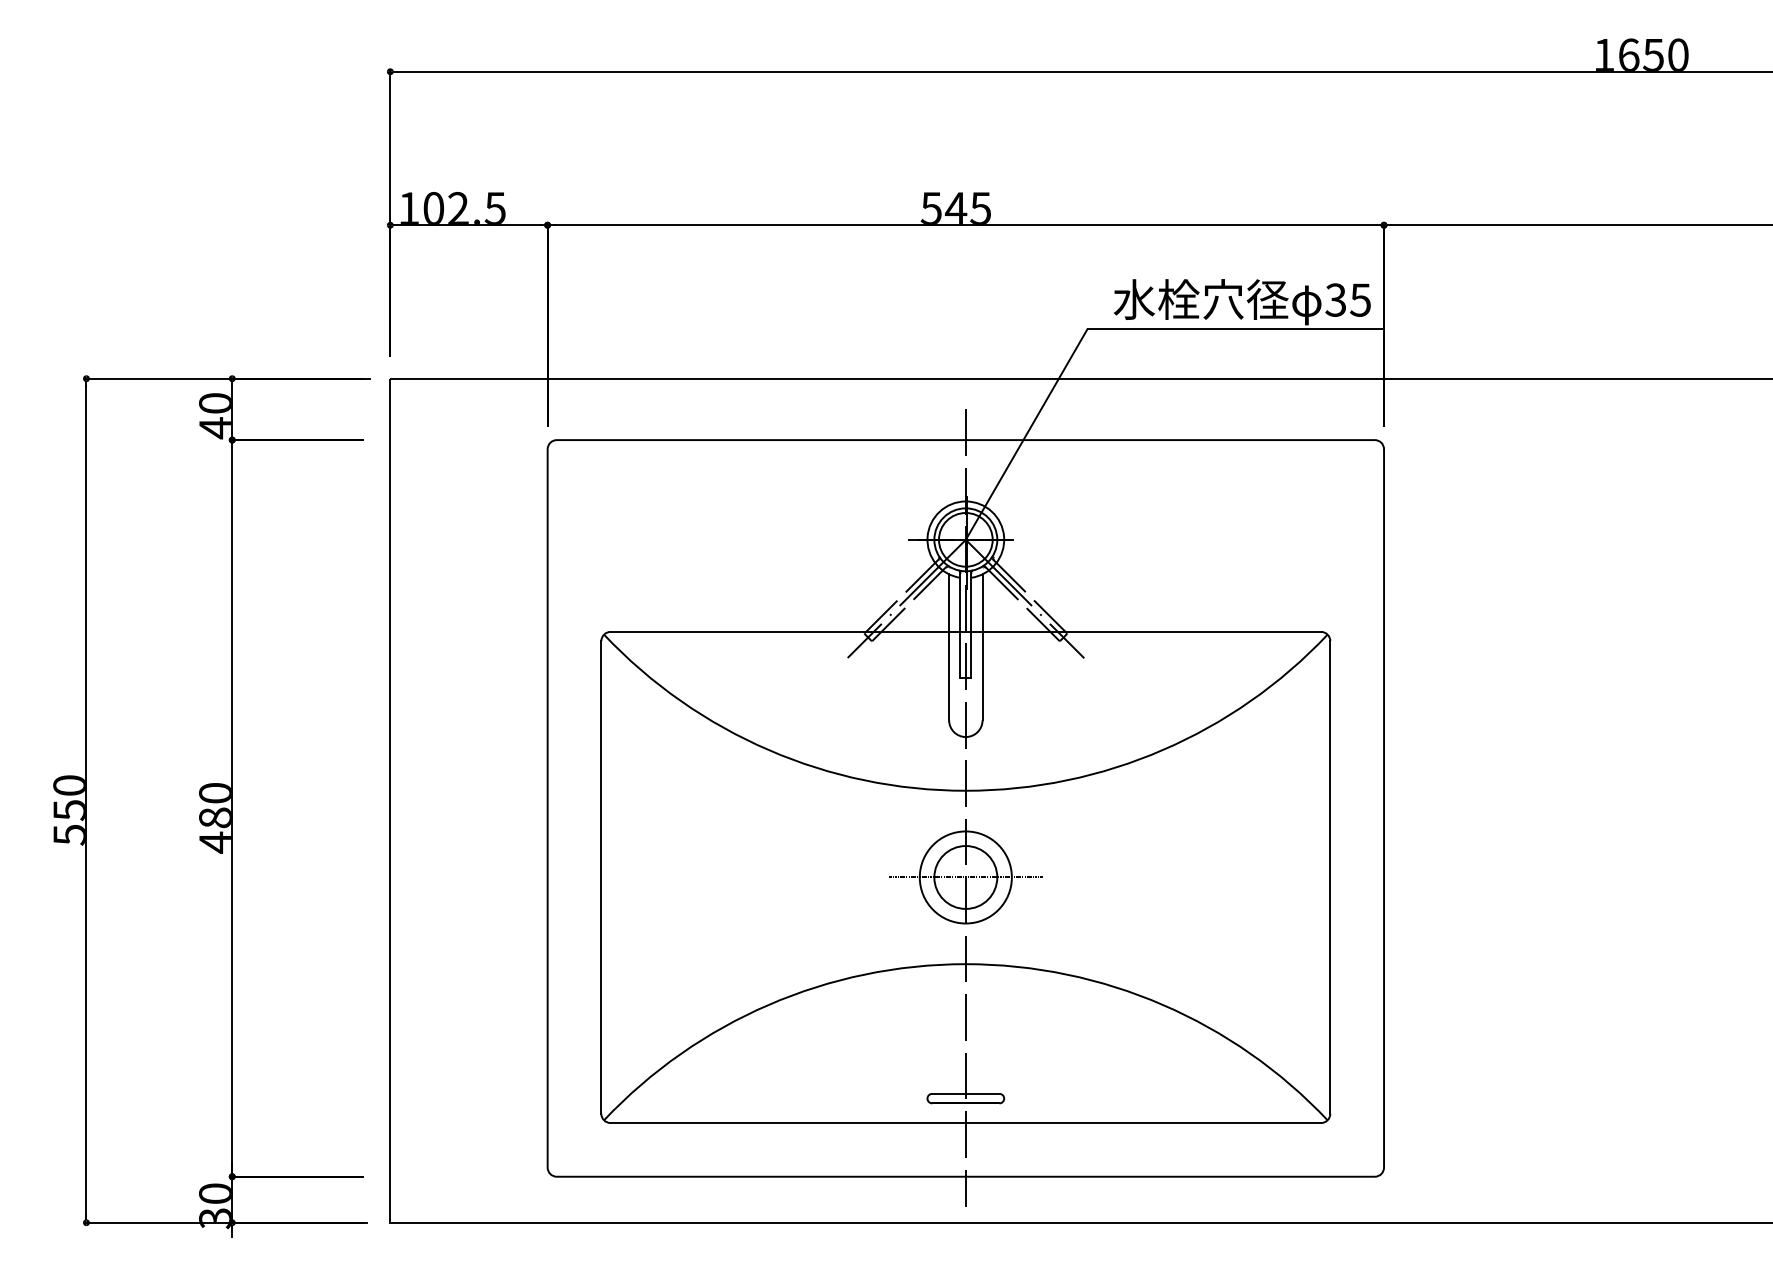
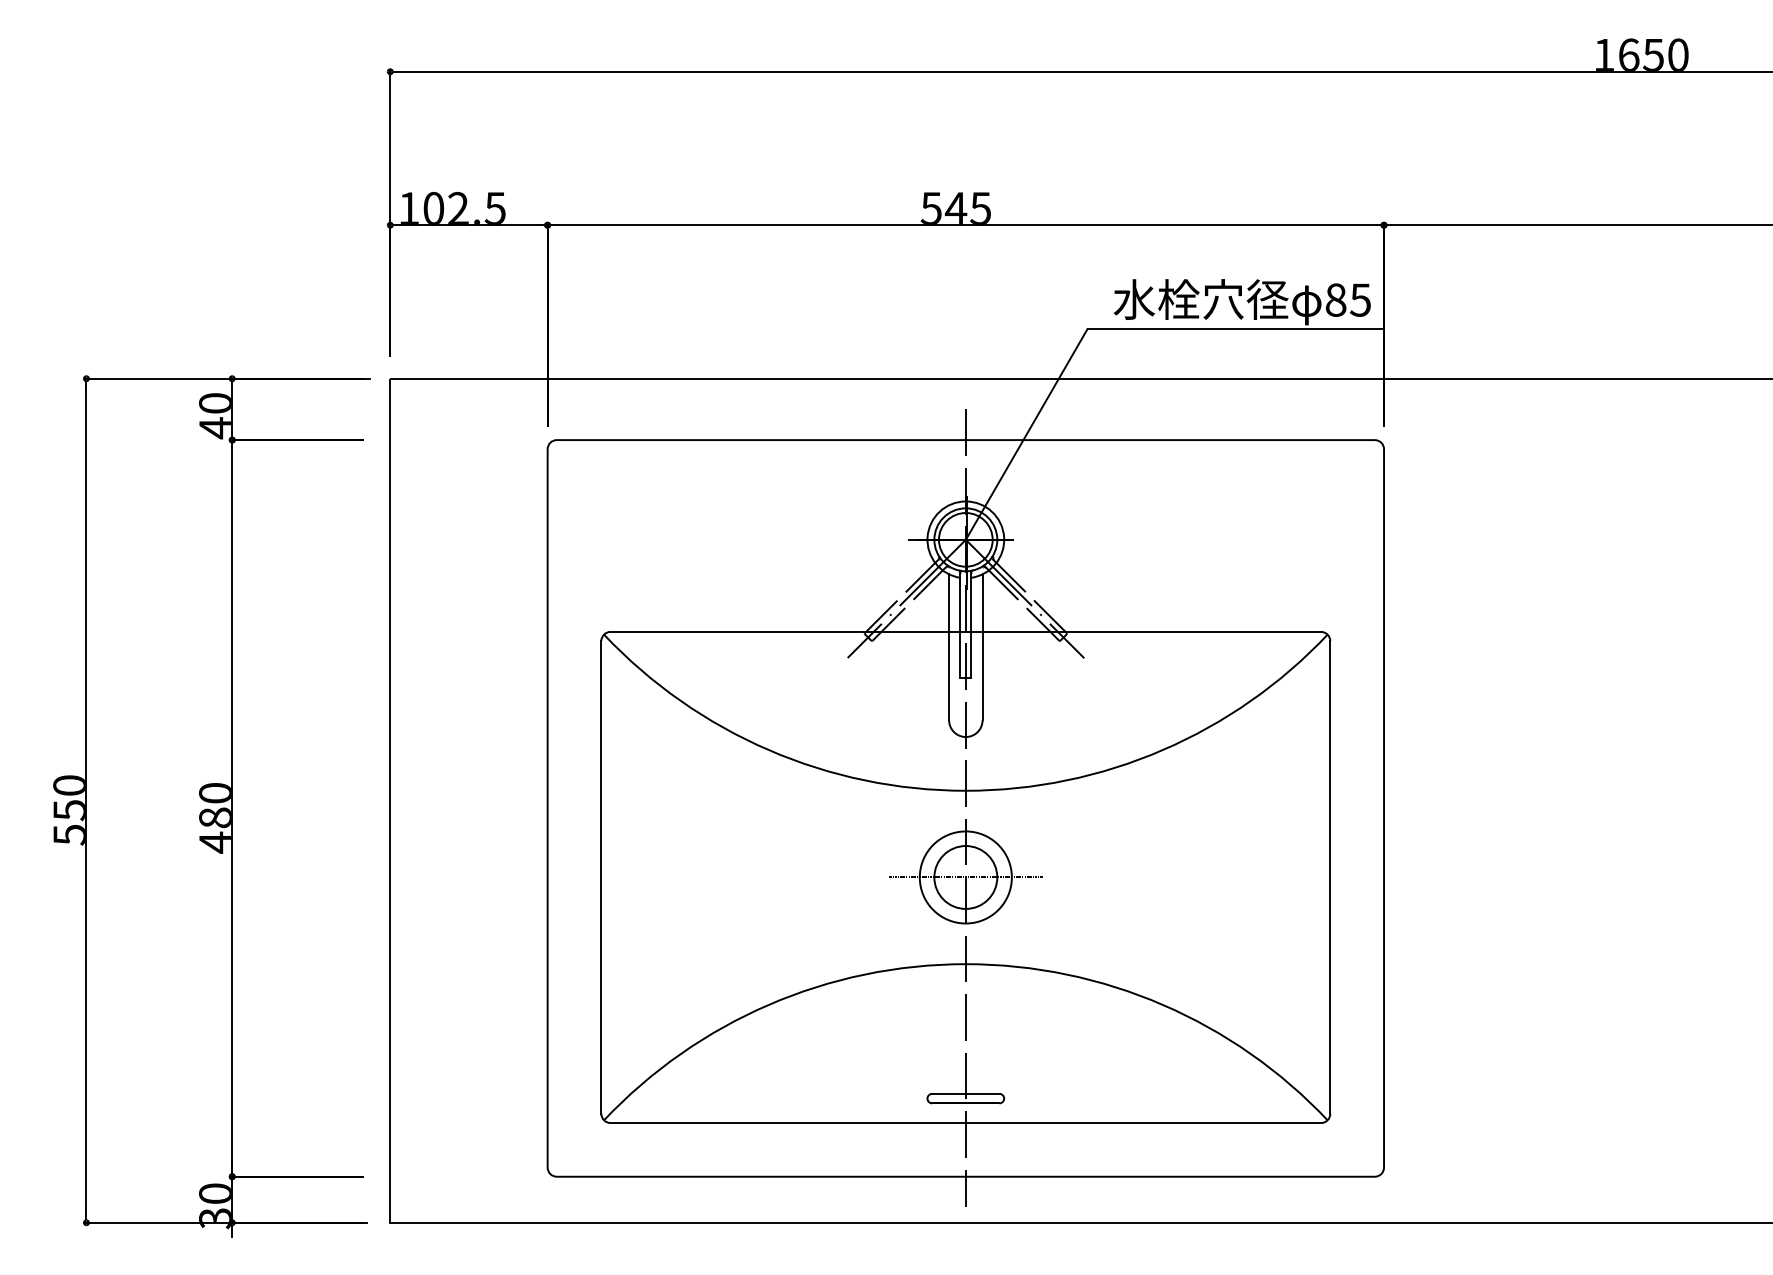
text at (1335, 299): 35 -> 85
